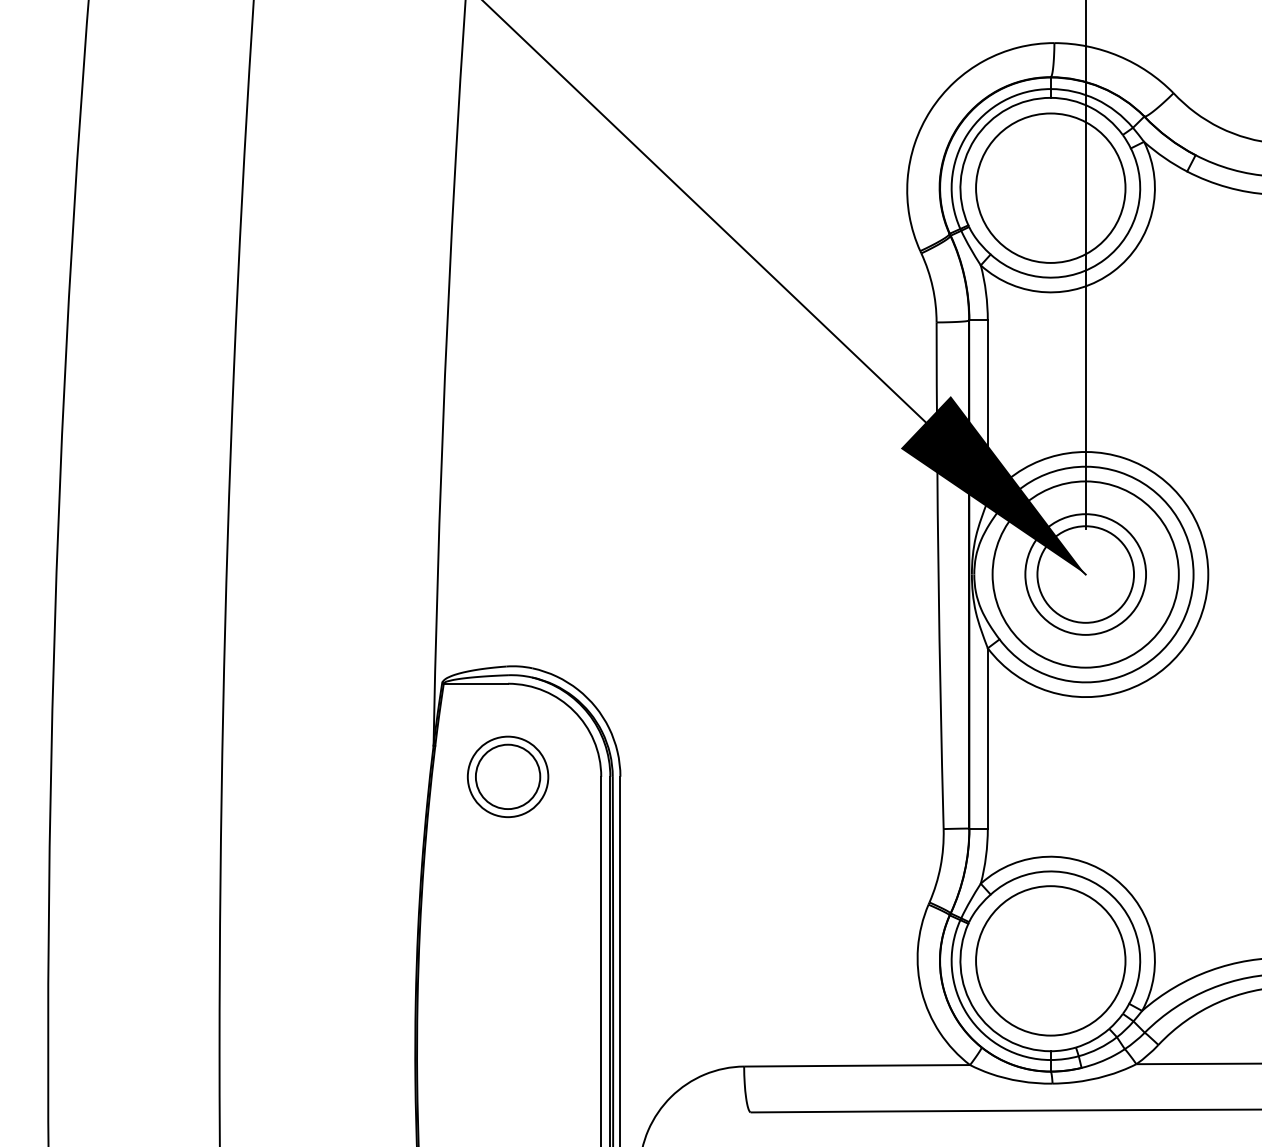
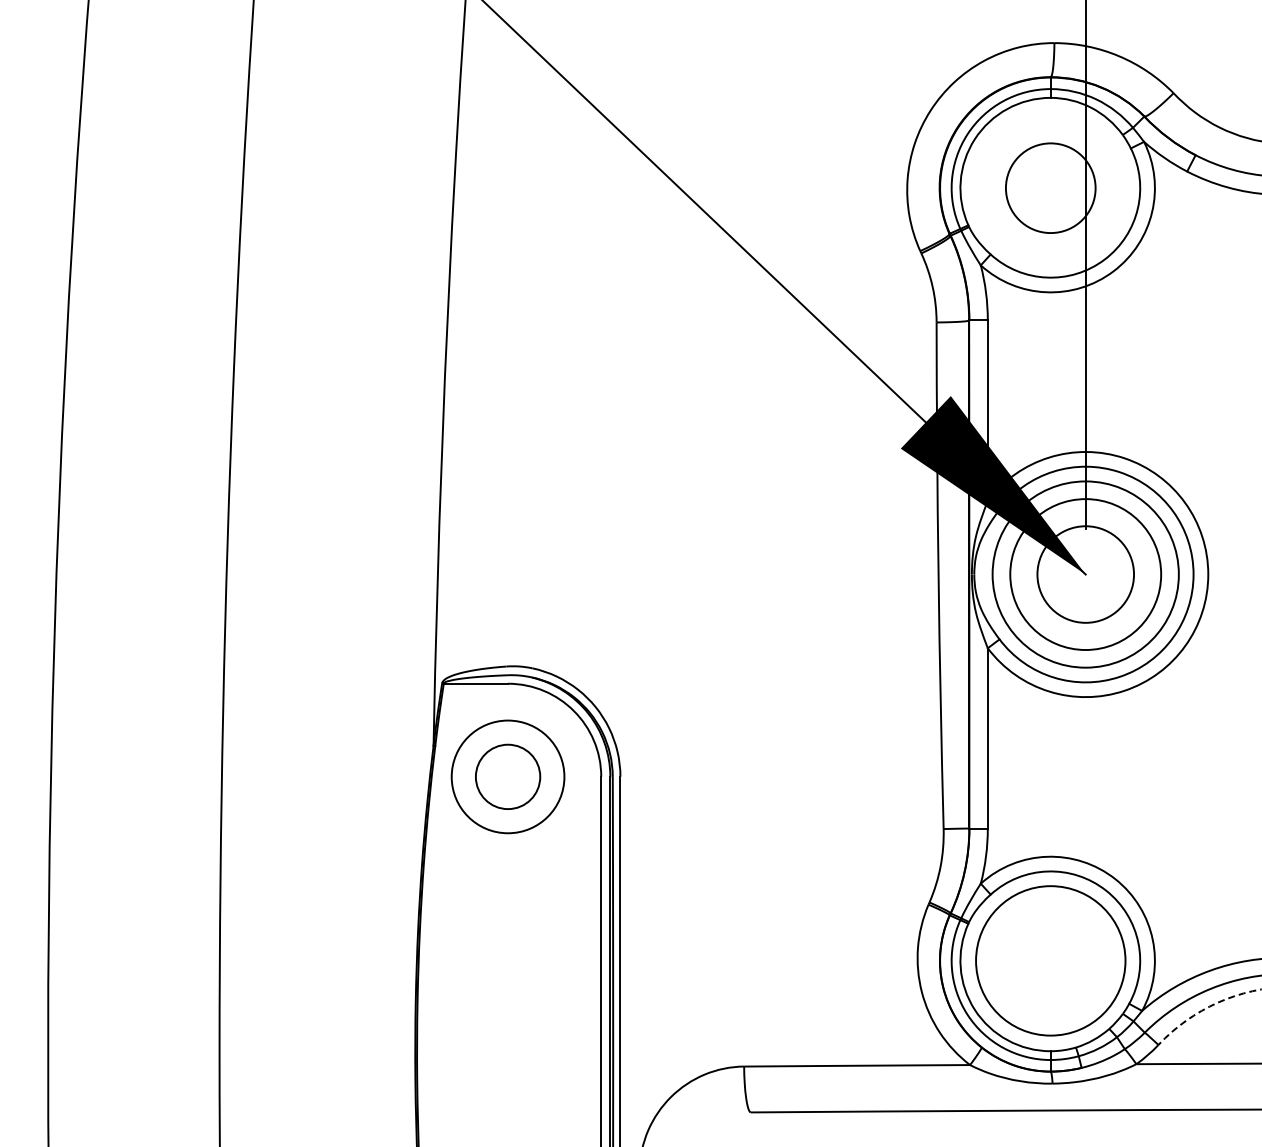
circle at (1050, 187) diameter: 149 px -> 90 px
circle at (1085, 574) diameter: 121 px -> 151 px
circle at (507, 776) diameter: 81 px -> 113 px
arc at (1205, 1008): solid -> dashed
